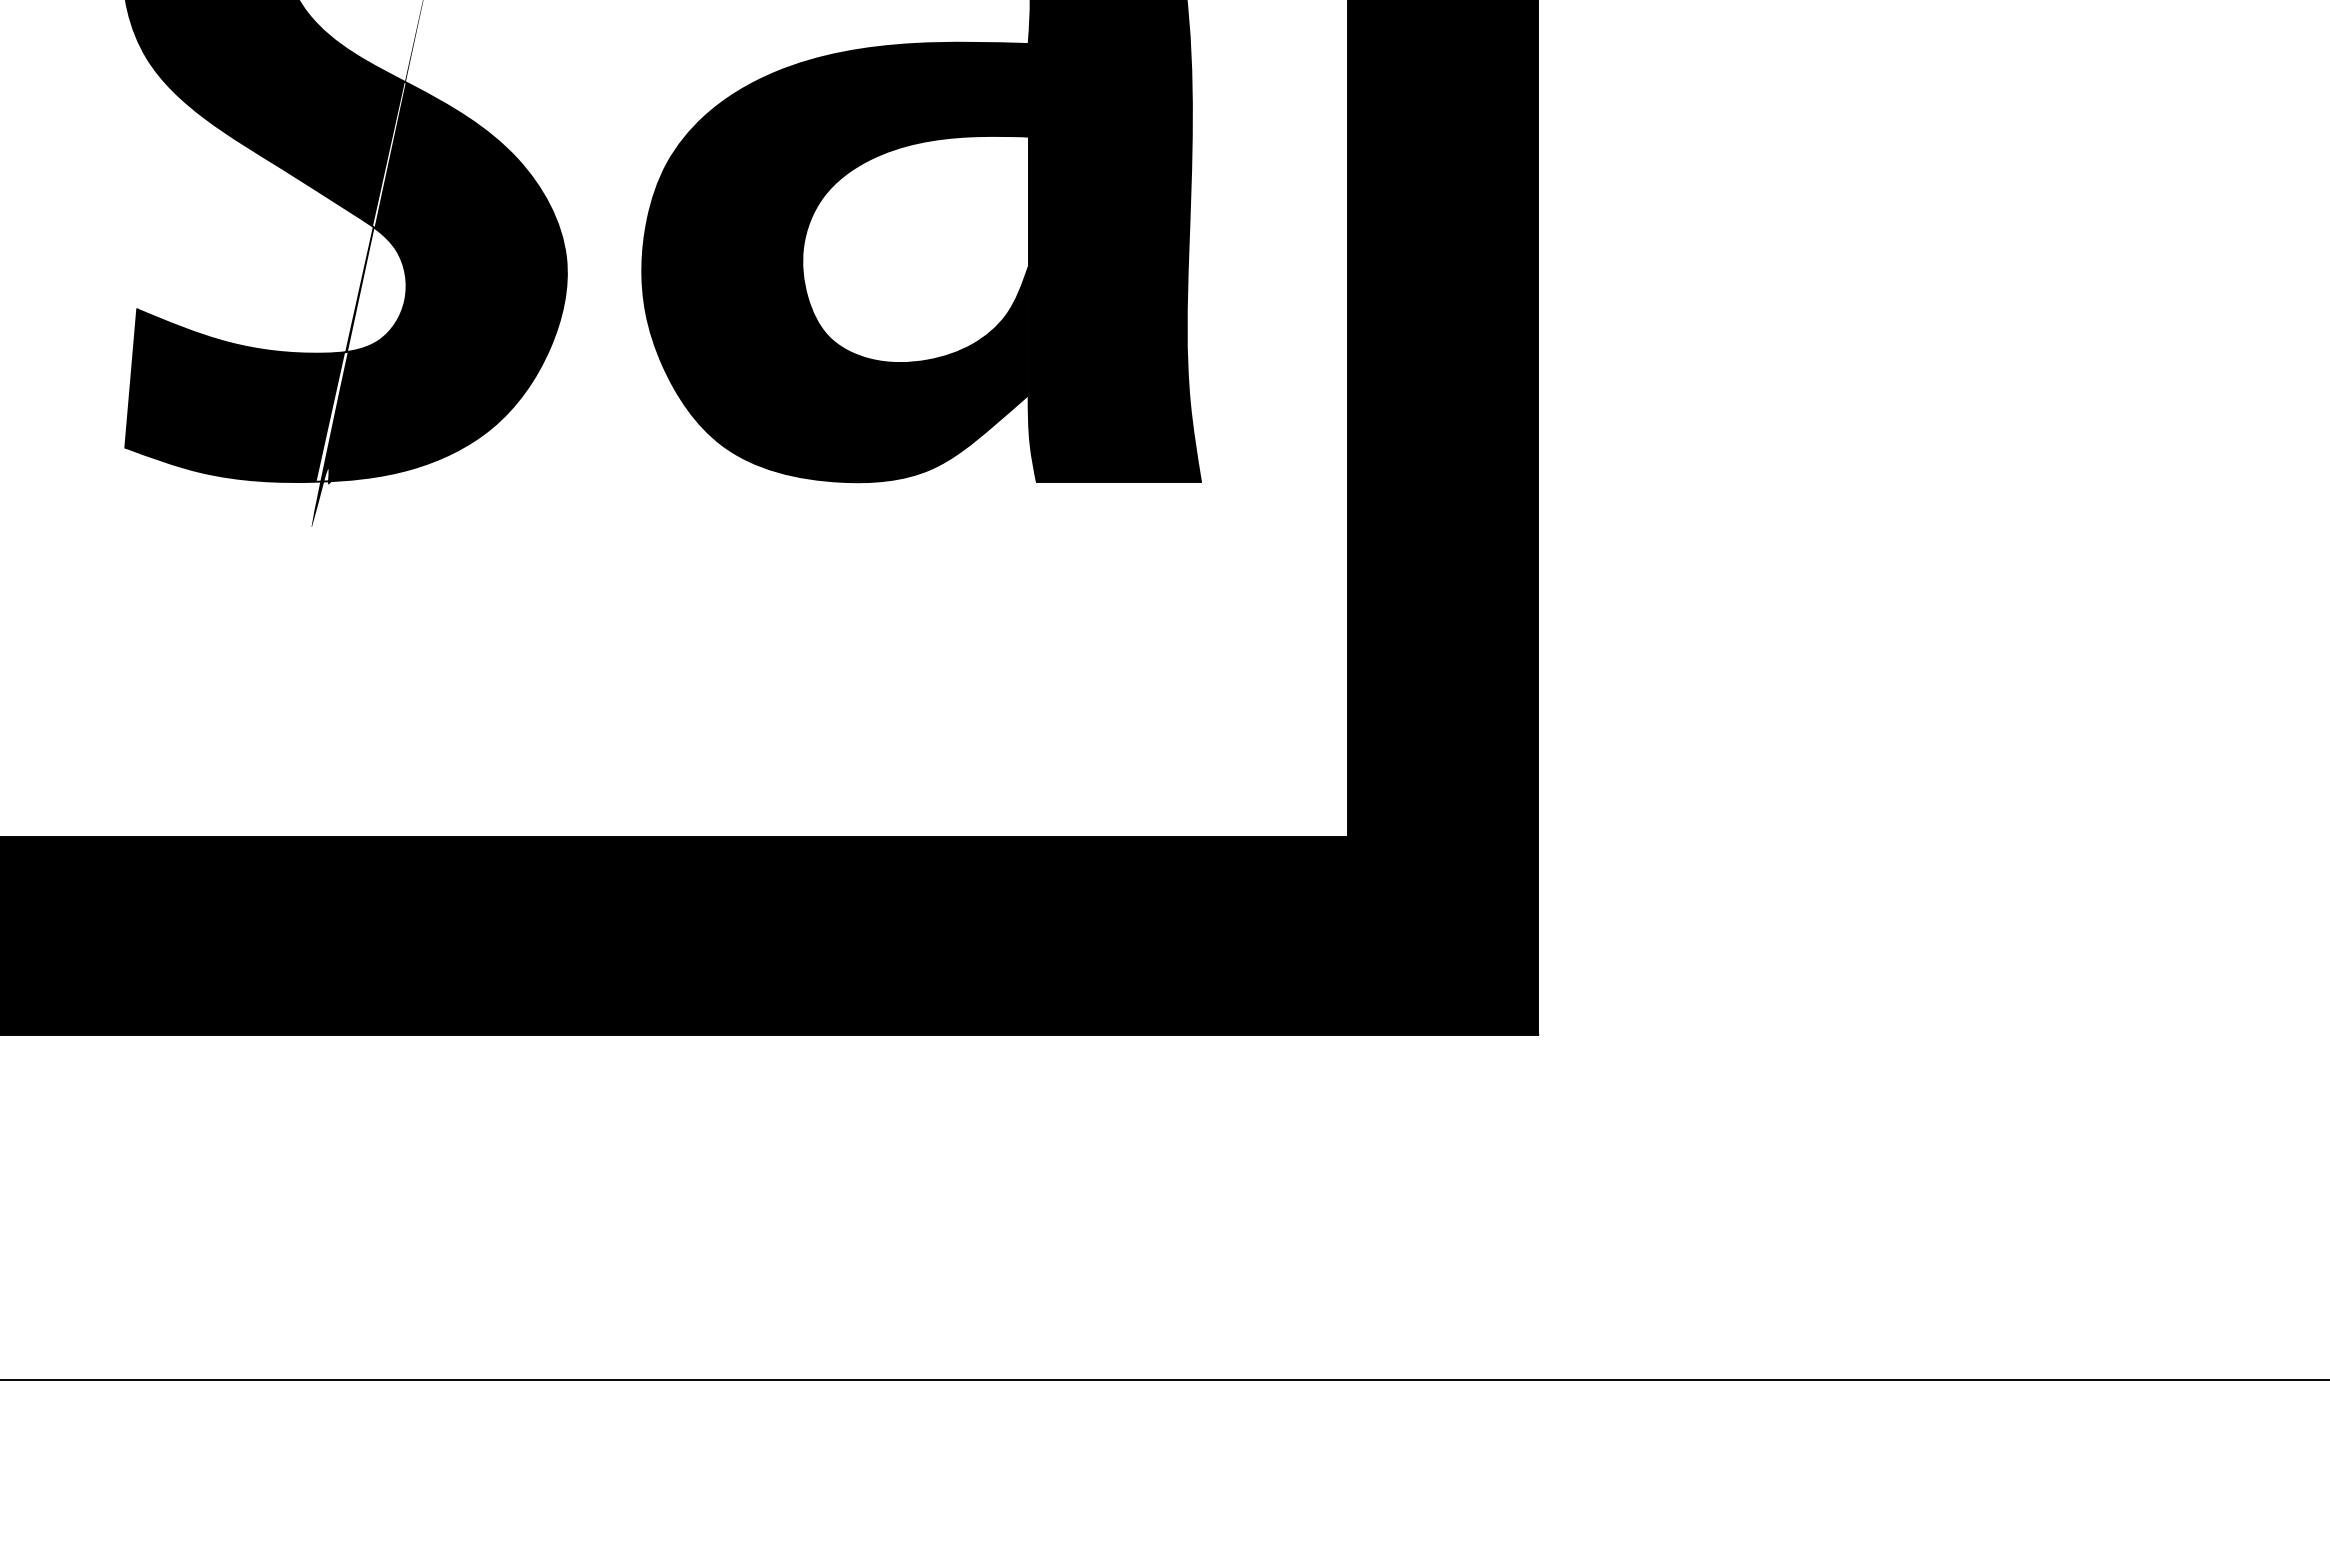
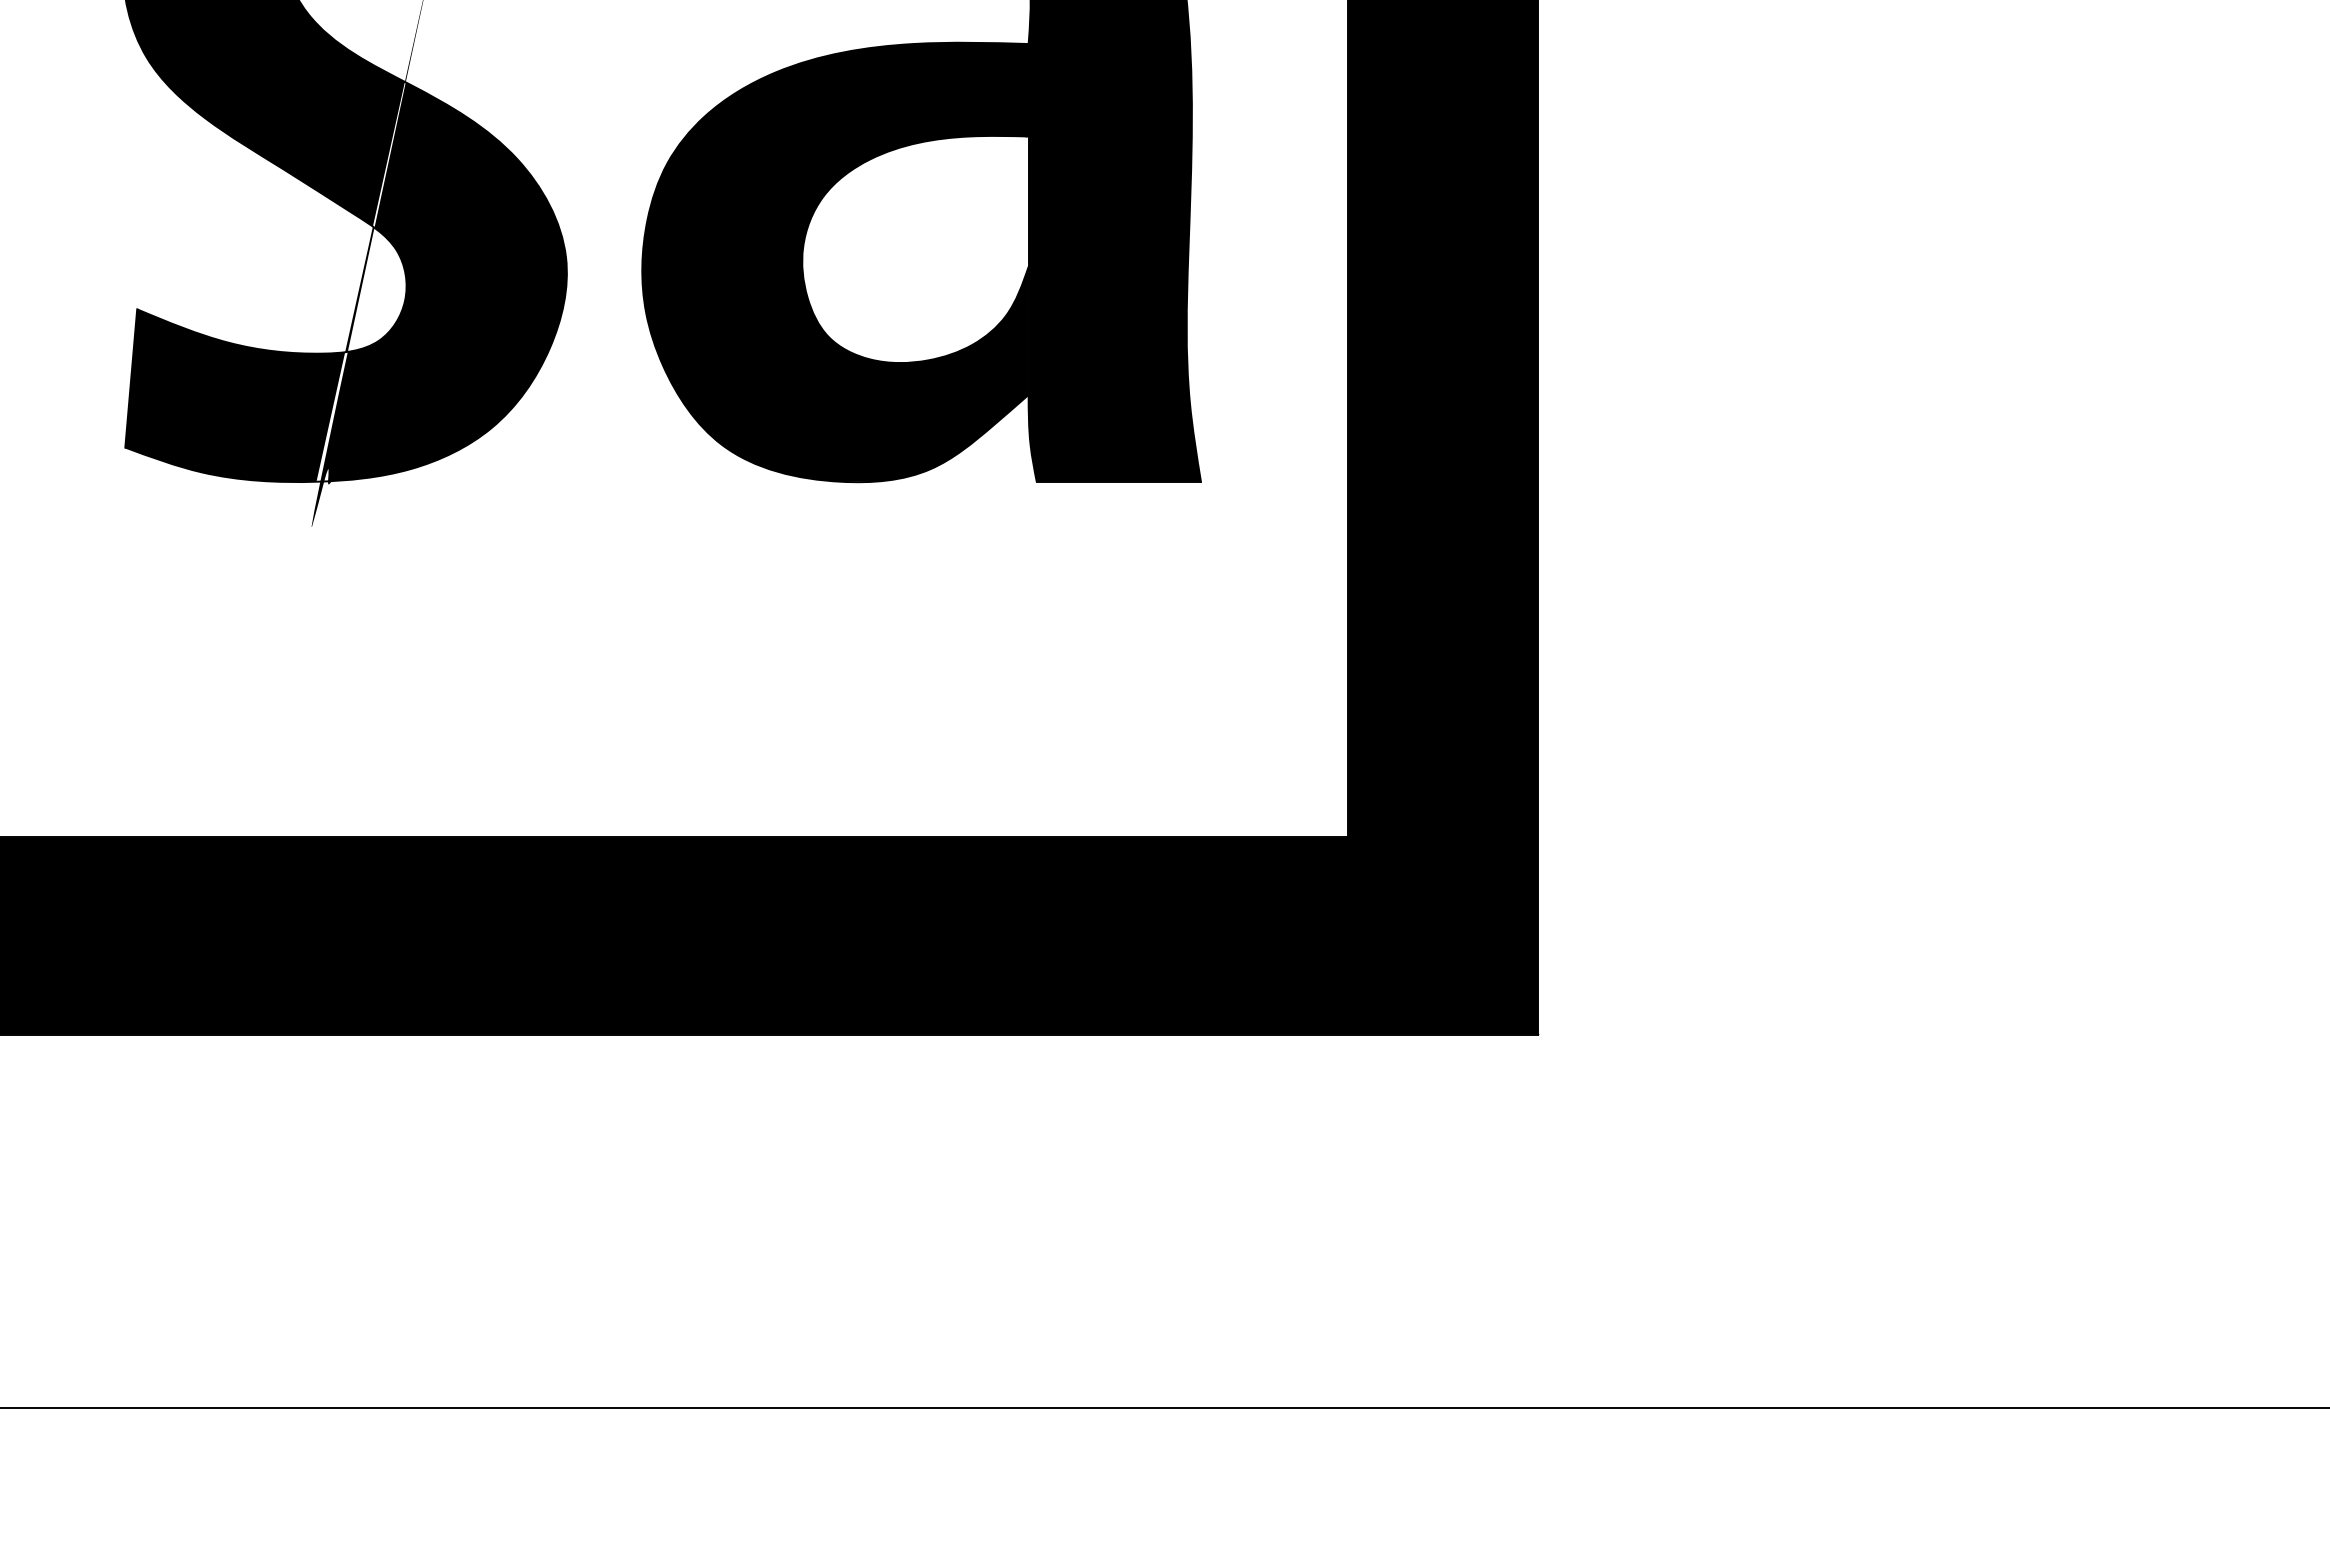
line at (1164, 1380) position: (1164, 1380) -> (1164, 1408)
